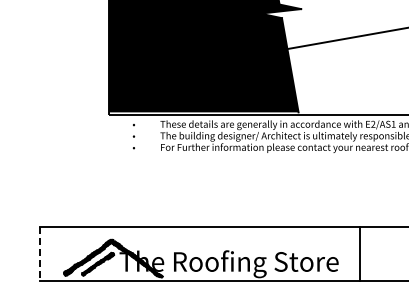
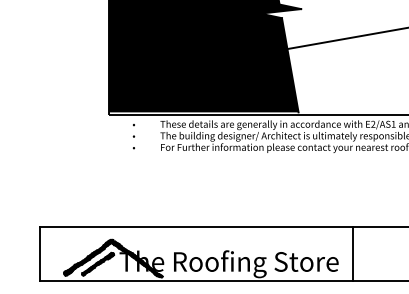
line at (360, 253) position: (360, 253) -> (353, 253)
line at (39, 254): dashed -> solid
